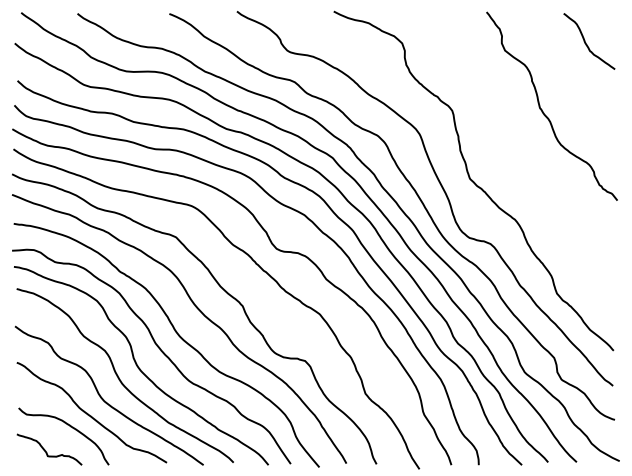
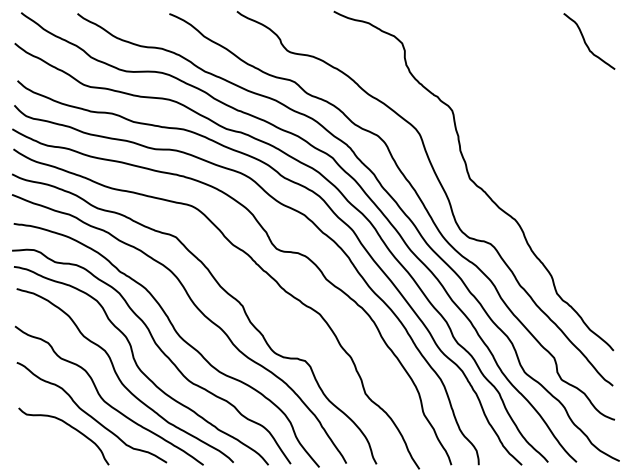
curve at (542, 109): present -> none
curve at (46, 451): present -> none
